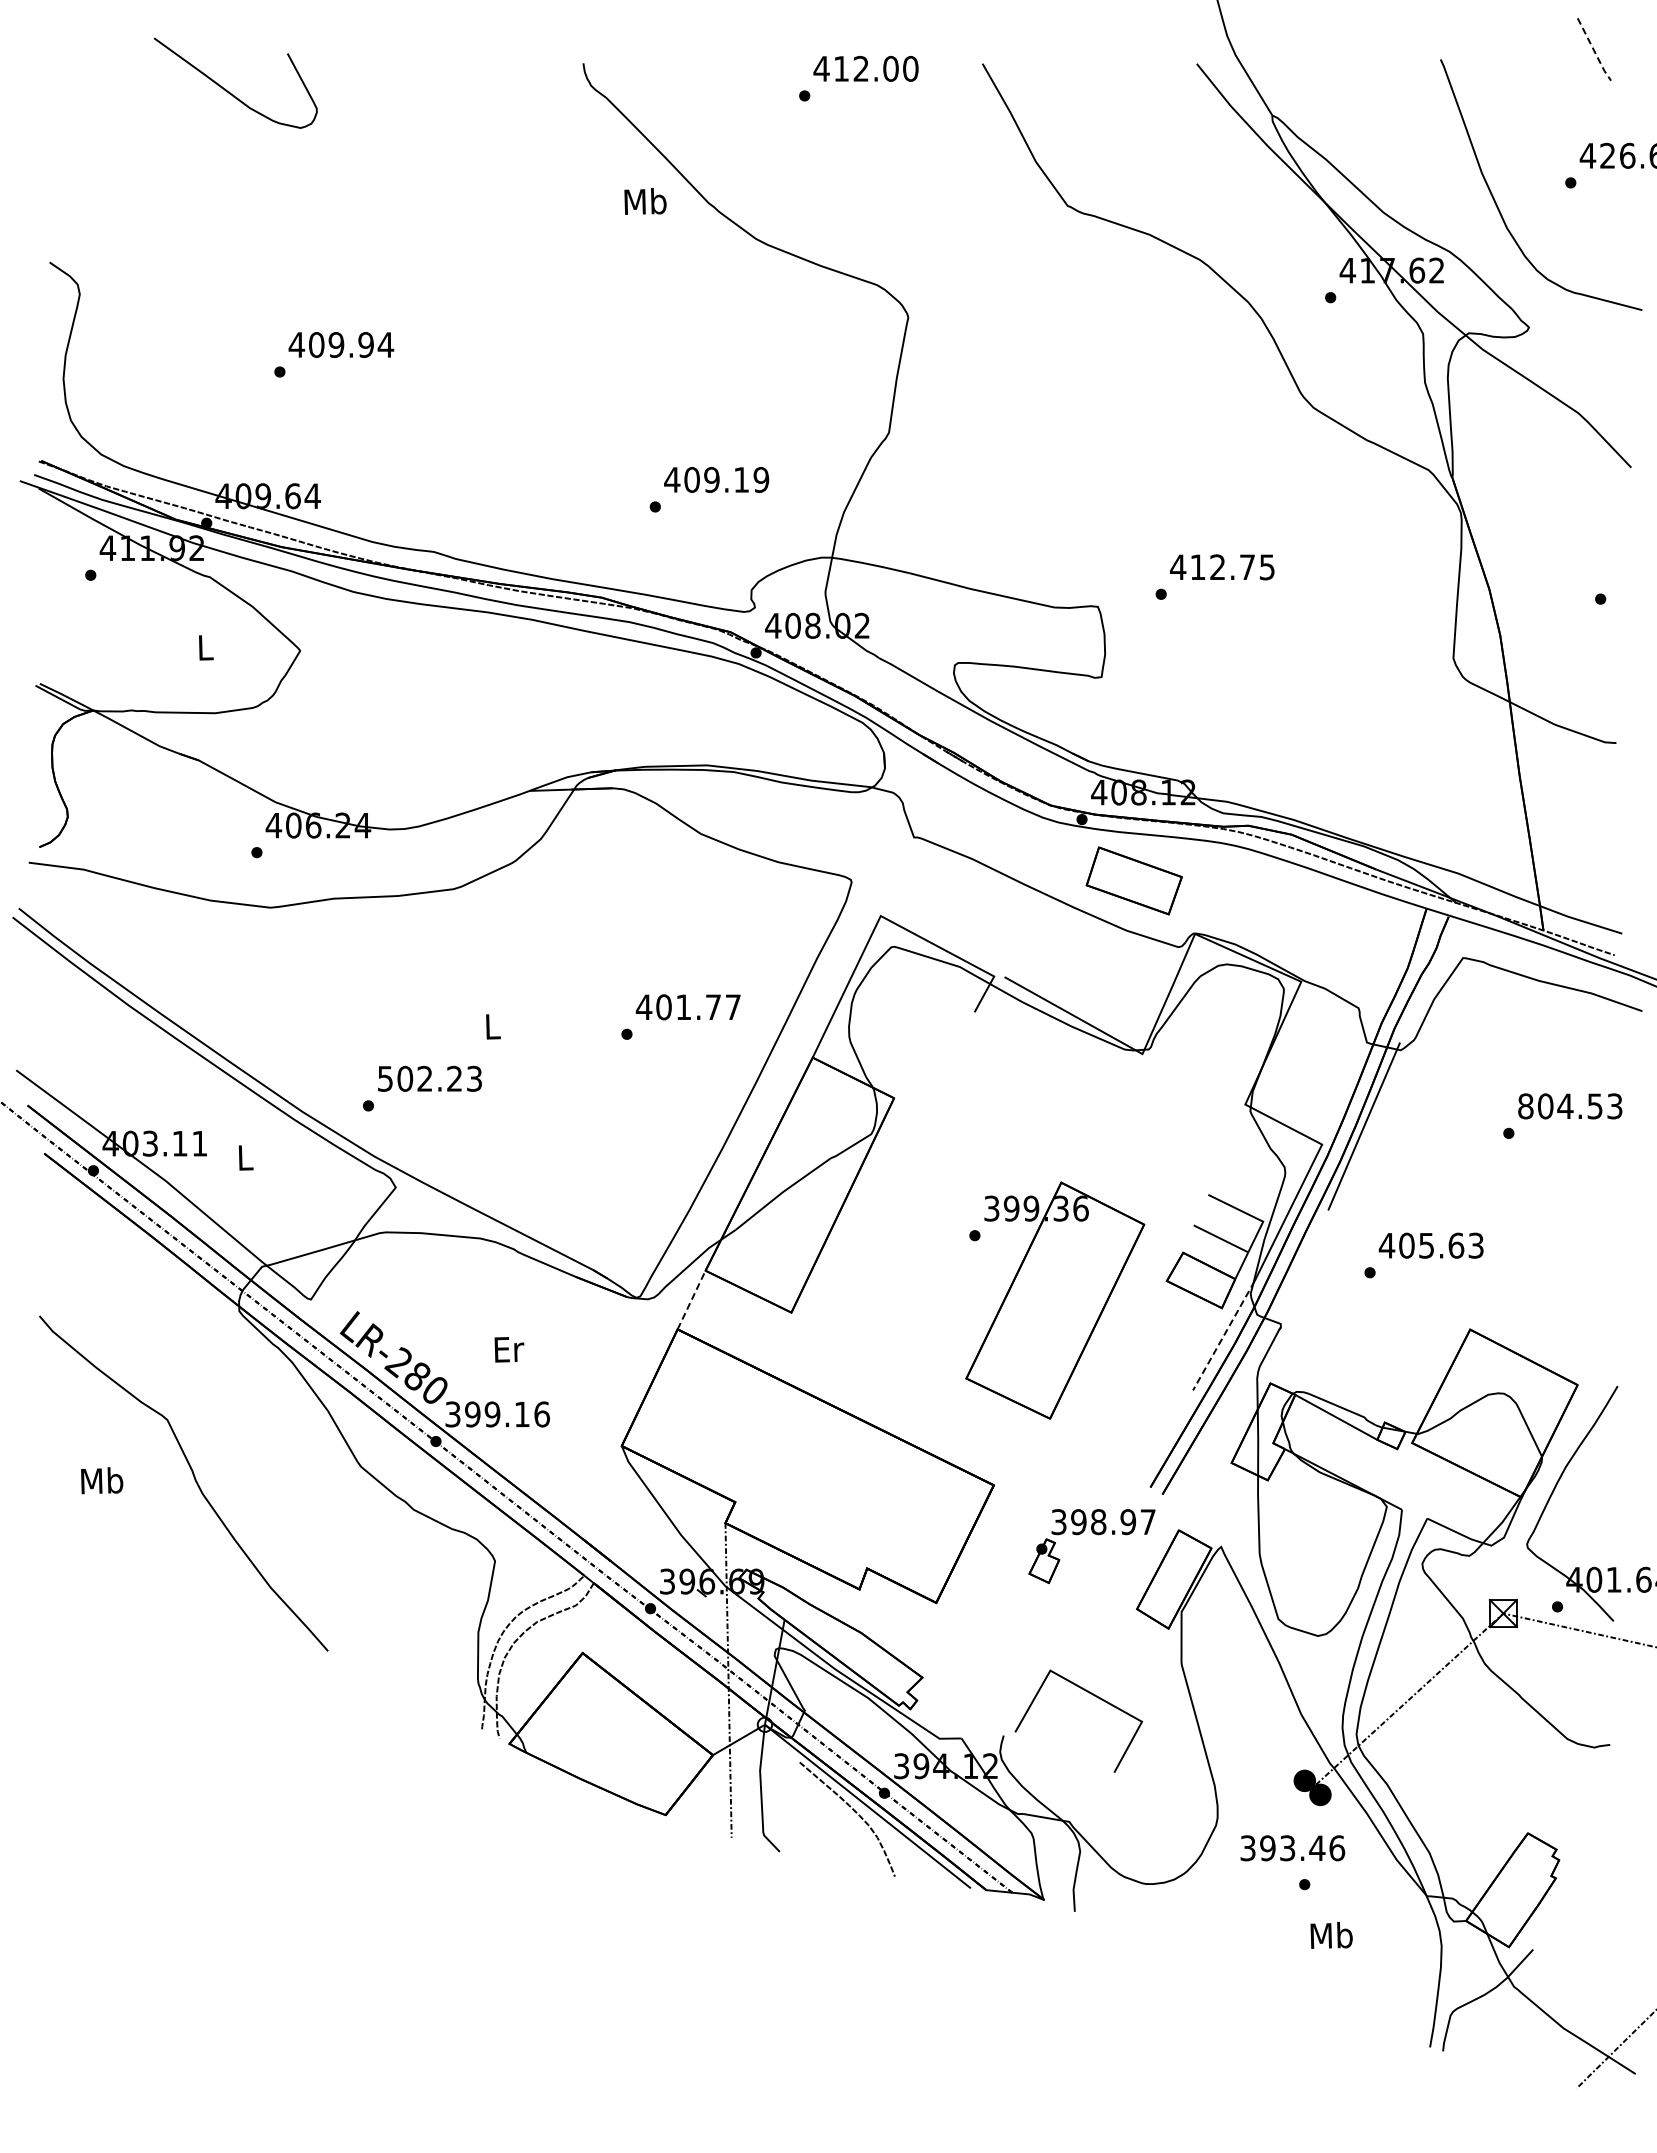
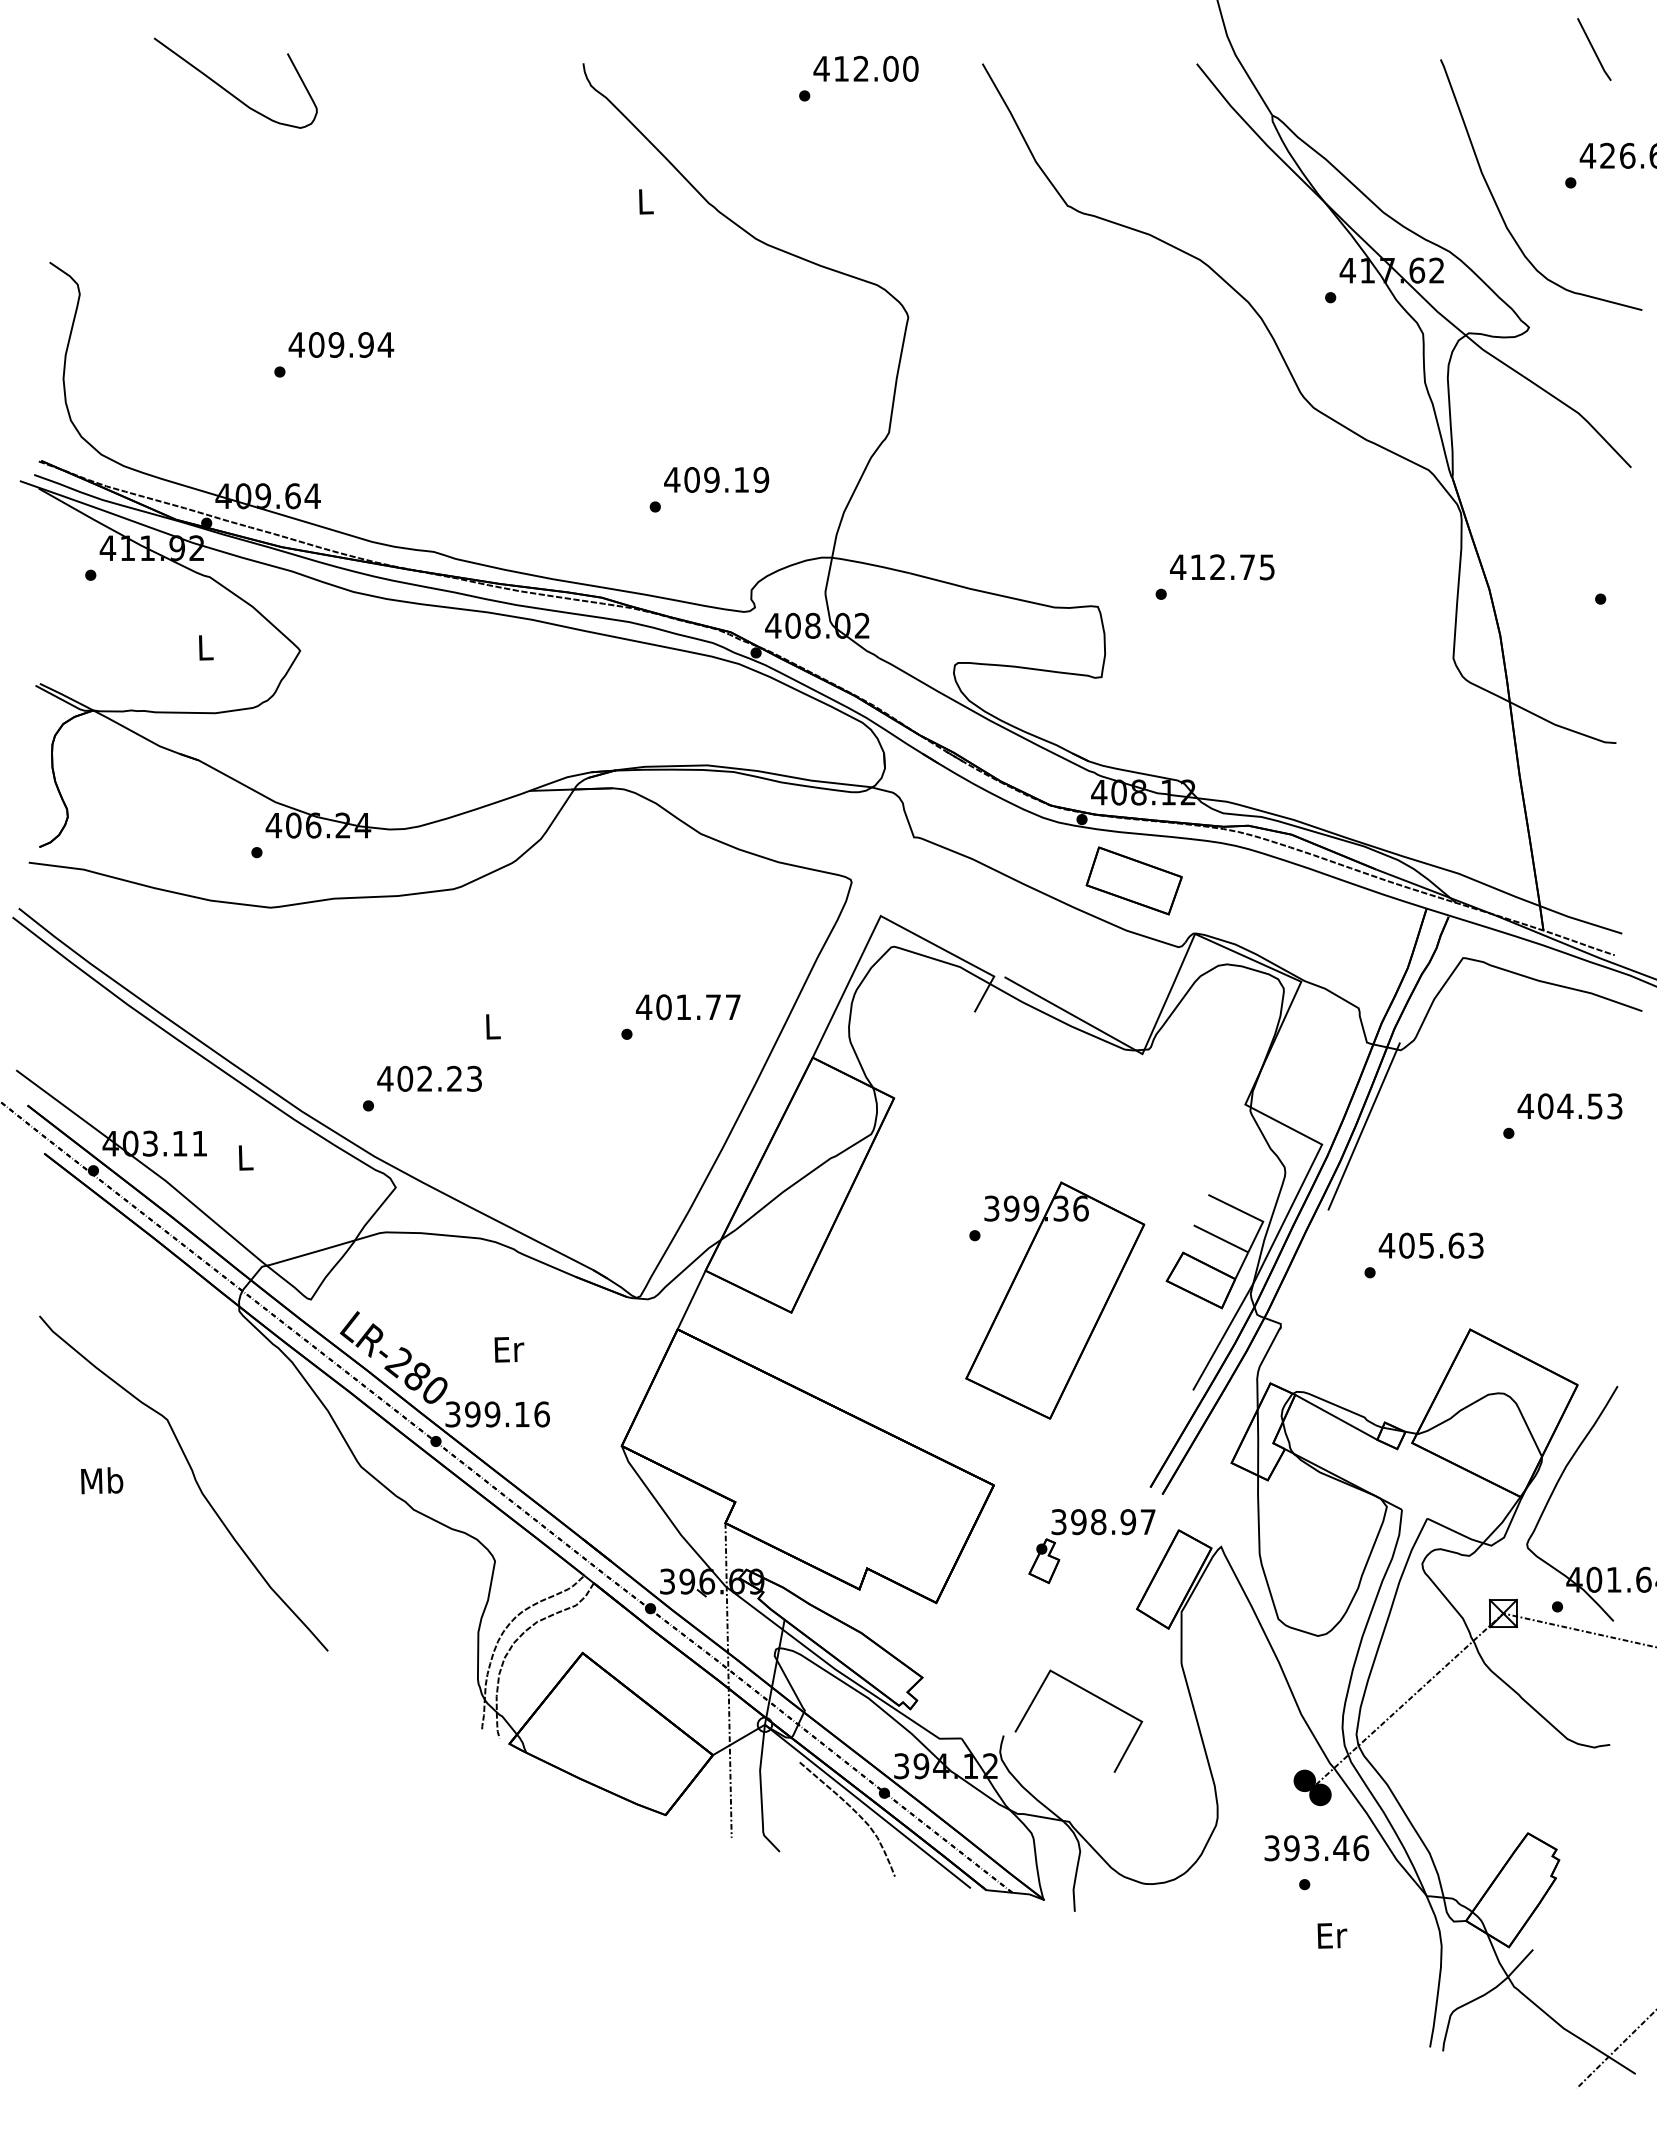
line at (1594, 50): dashed -> solid
text at (645, 201): Mb -> L
text at (385, 1078): 502.23 -> 402.23
text at (1525, 1106): 804.53 -> 404.53
line at (691, 1299): dashed -> solid
line at (1223, 1335): dashed -> solid
text at (1292, 1848) position: (1292, 1848) -> (1316, 1848)
text at (1331, 1934): Mb -> Er
